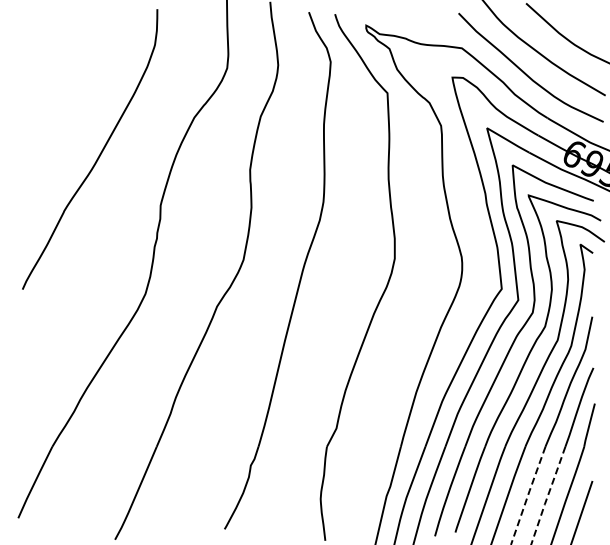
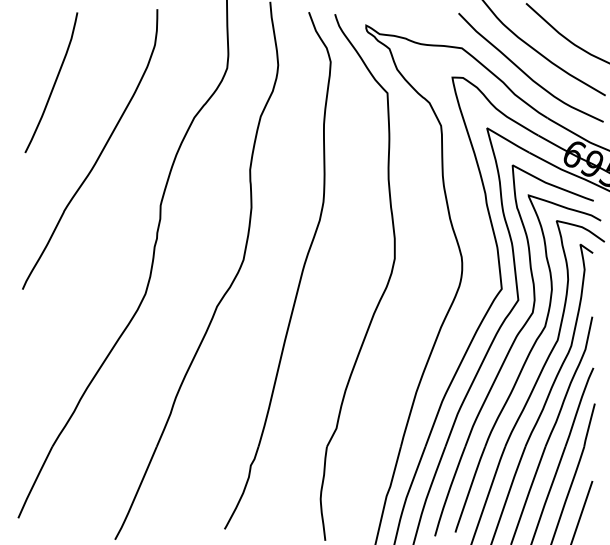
curve at (53, 83): none -> present
line at (528, 494): dashed -> solid
line at (547, 496): dashed -> solid
